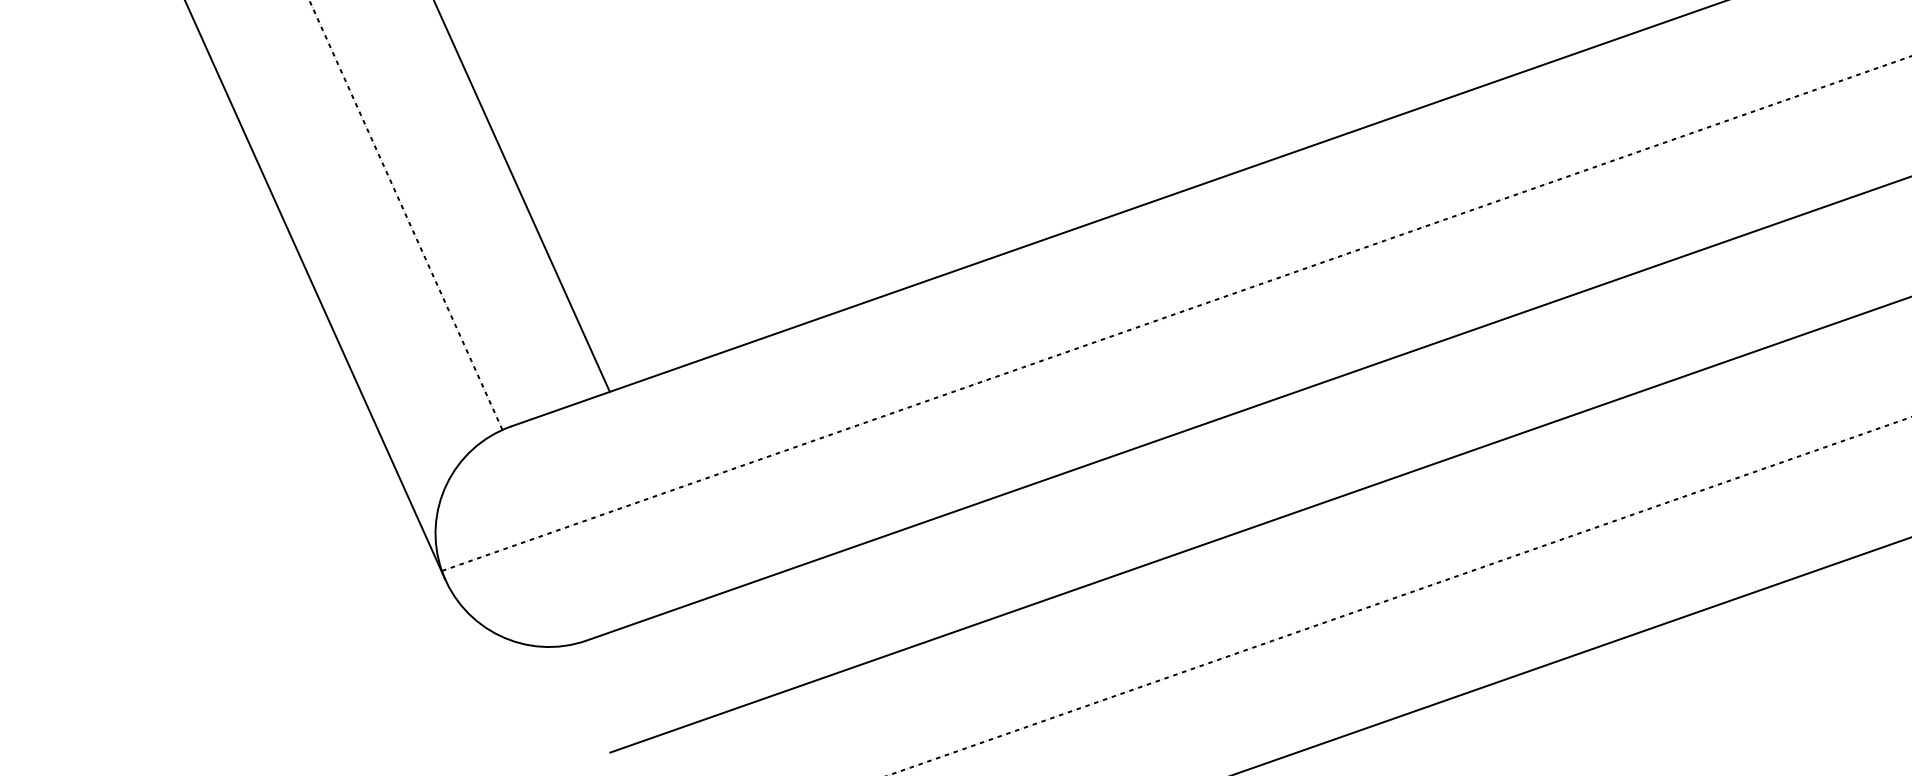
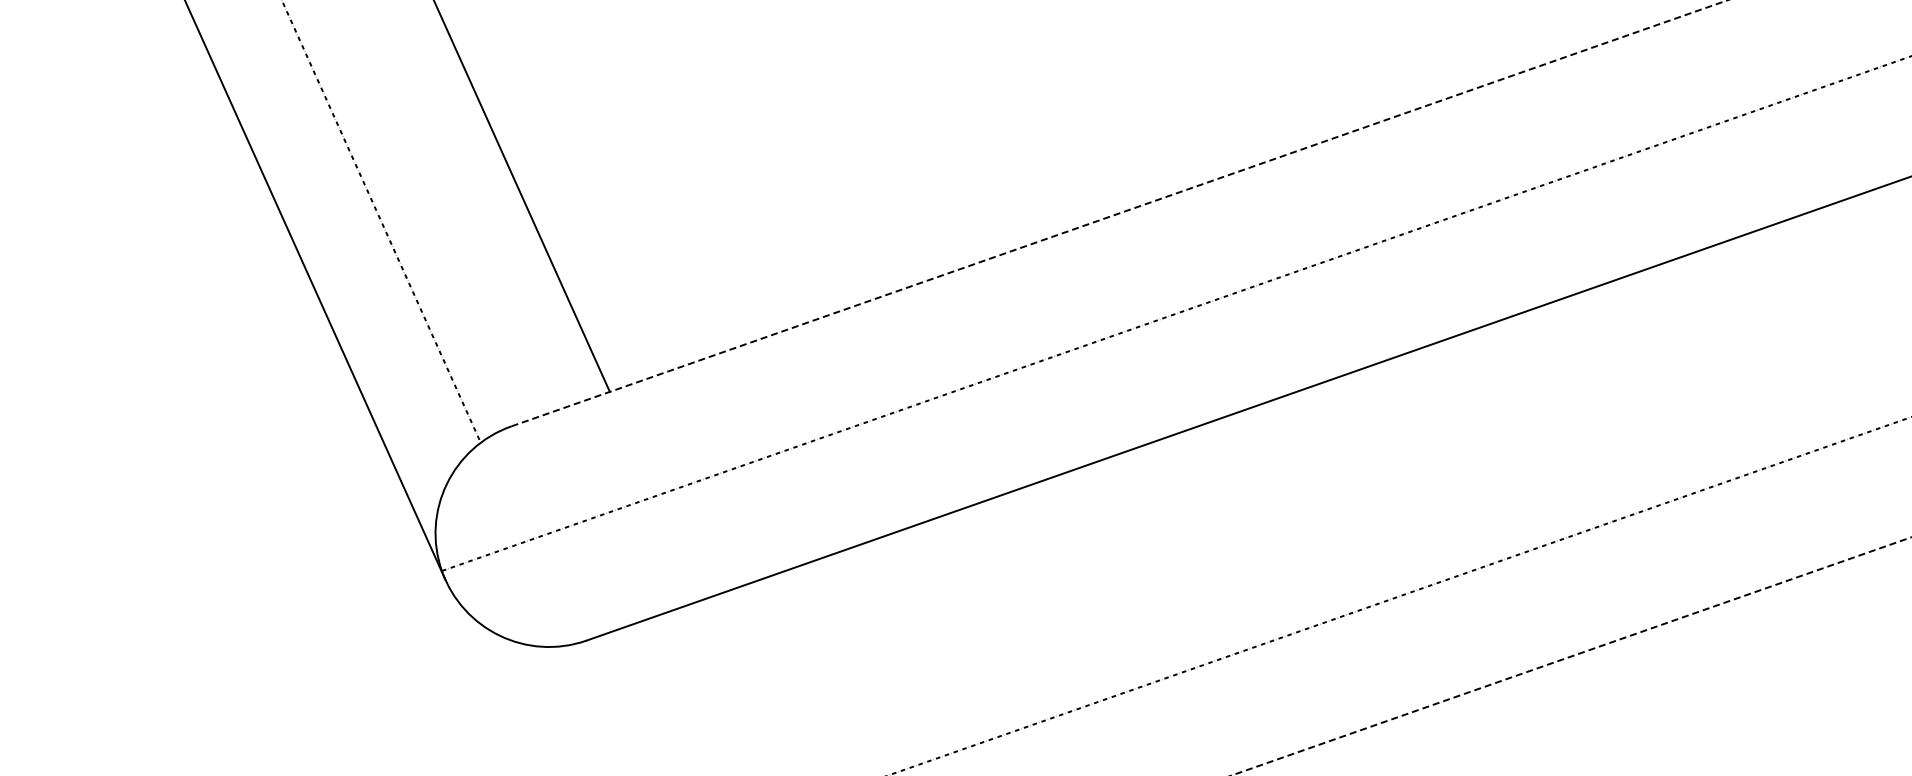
line at (1120, 213): solid -> dashed
line at (406, 215) position: (406, 215) -> (380, 220)
line at (1259, 524): present -> none
line at (1571, 656): solid -> dashed
